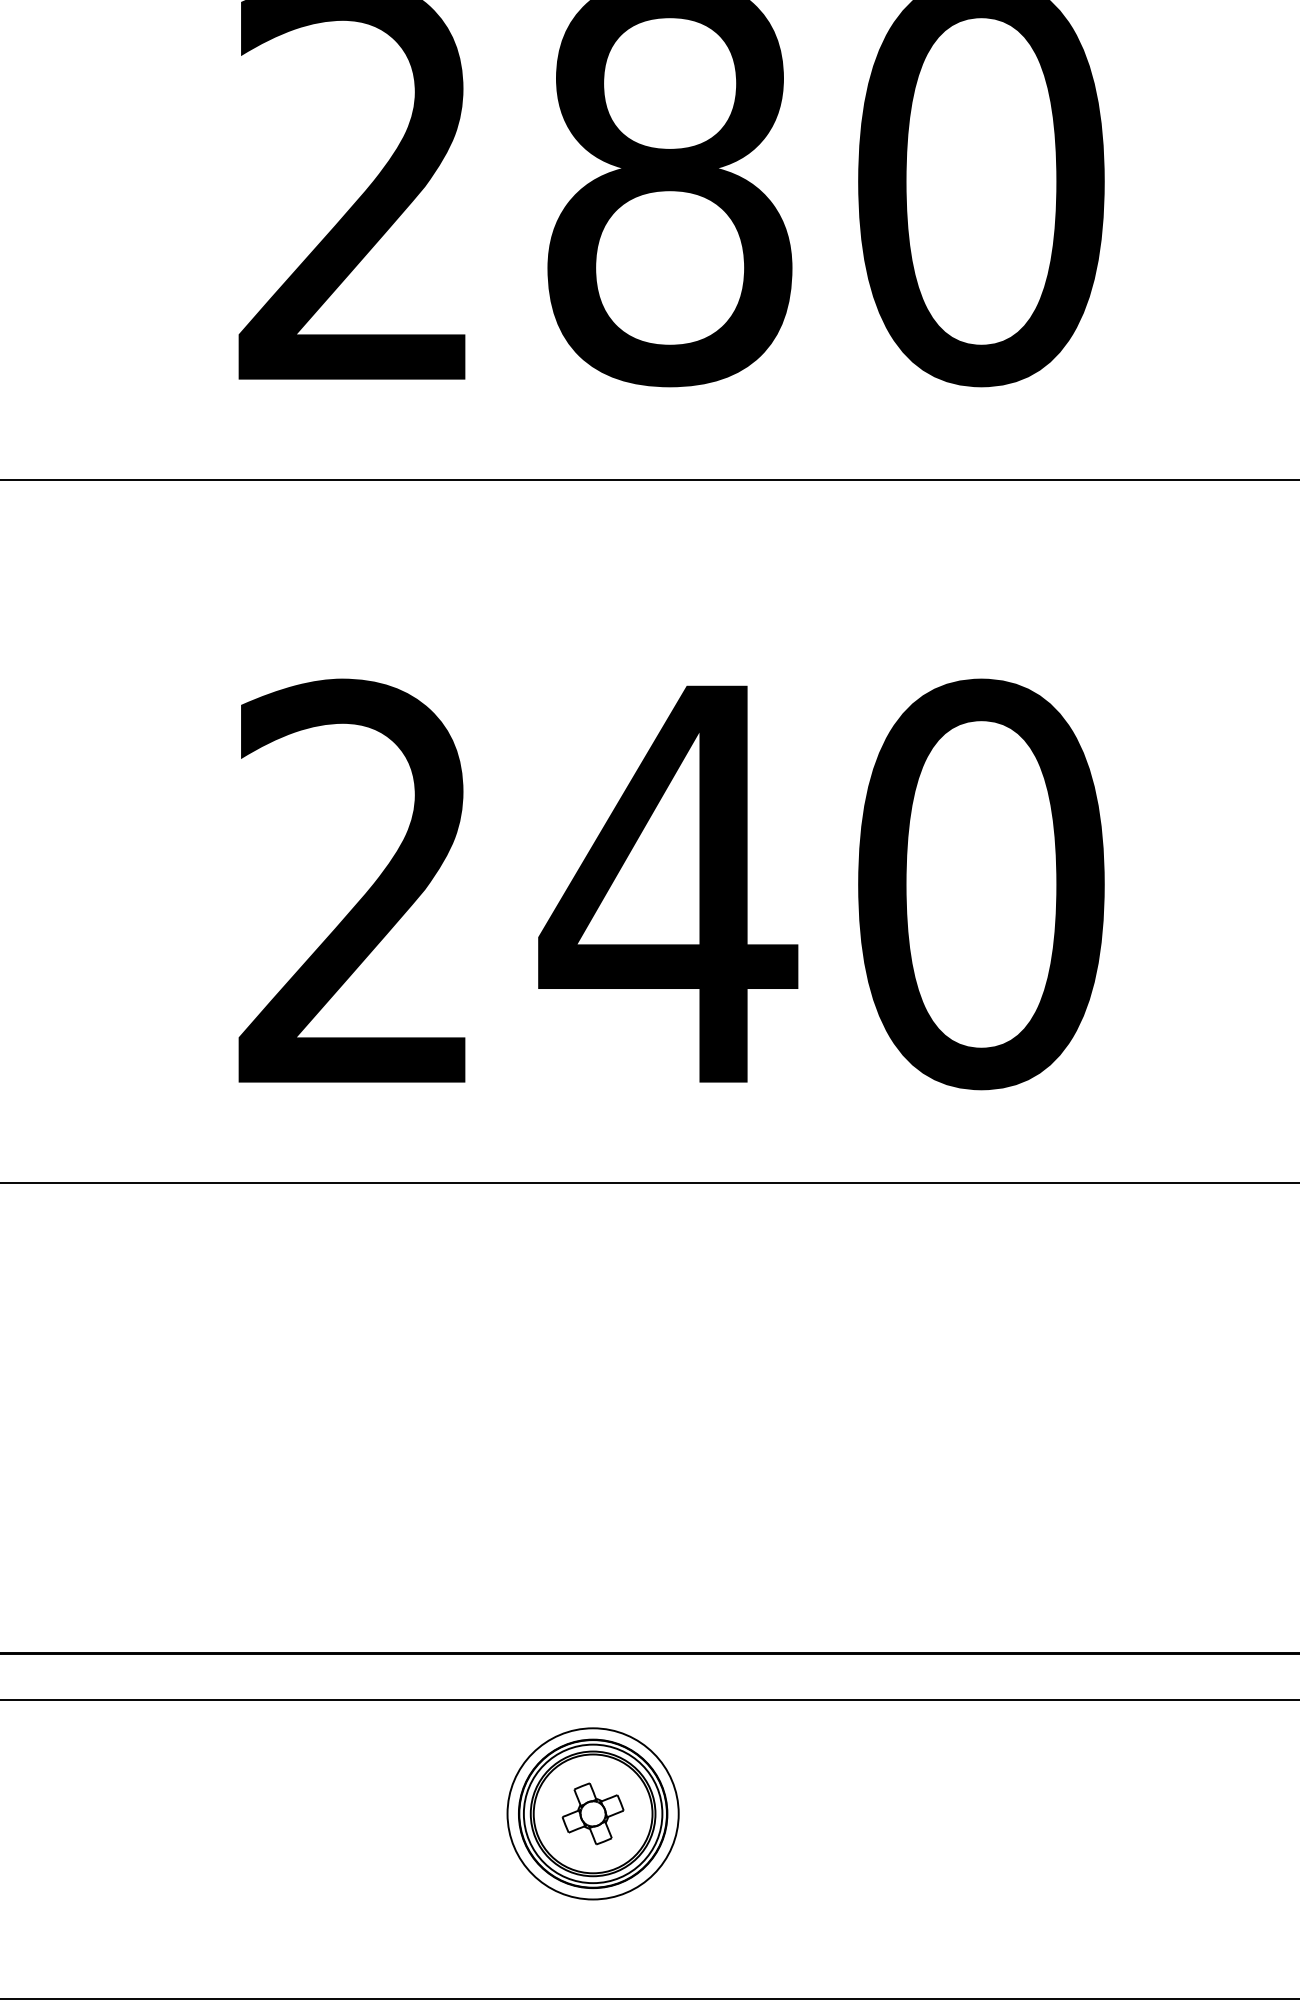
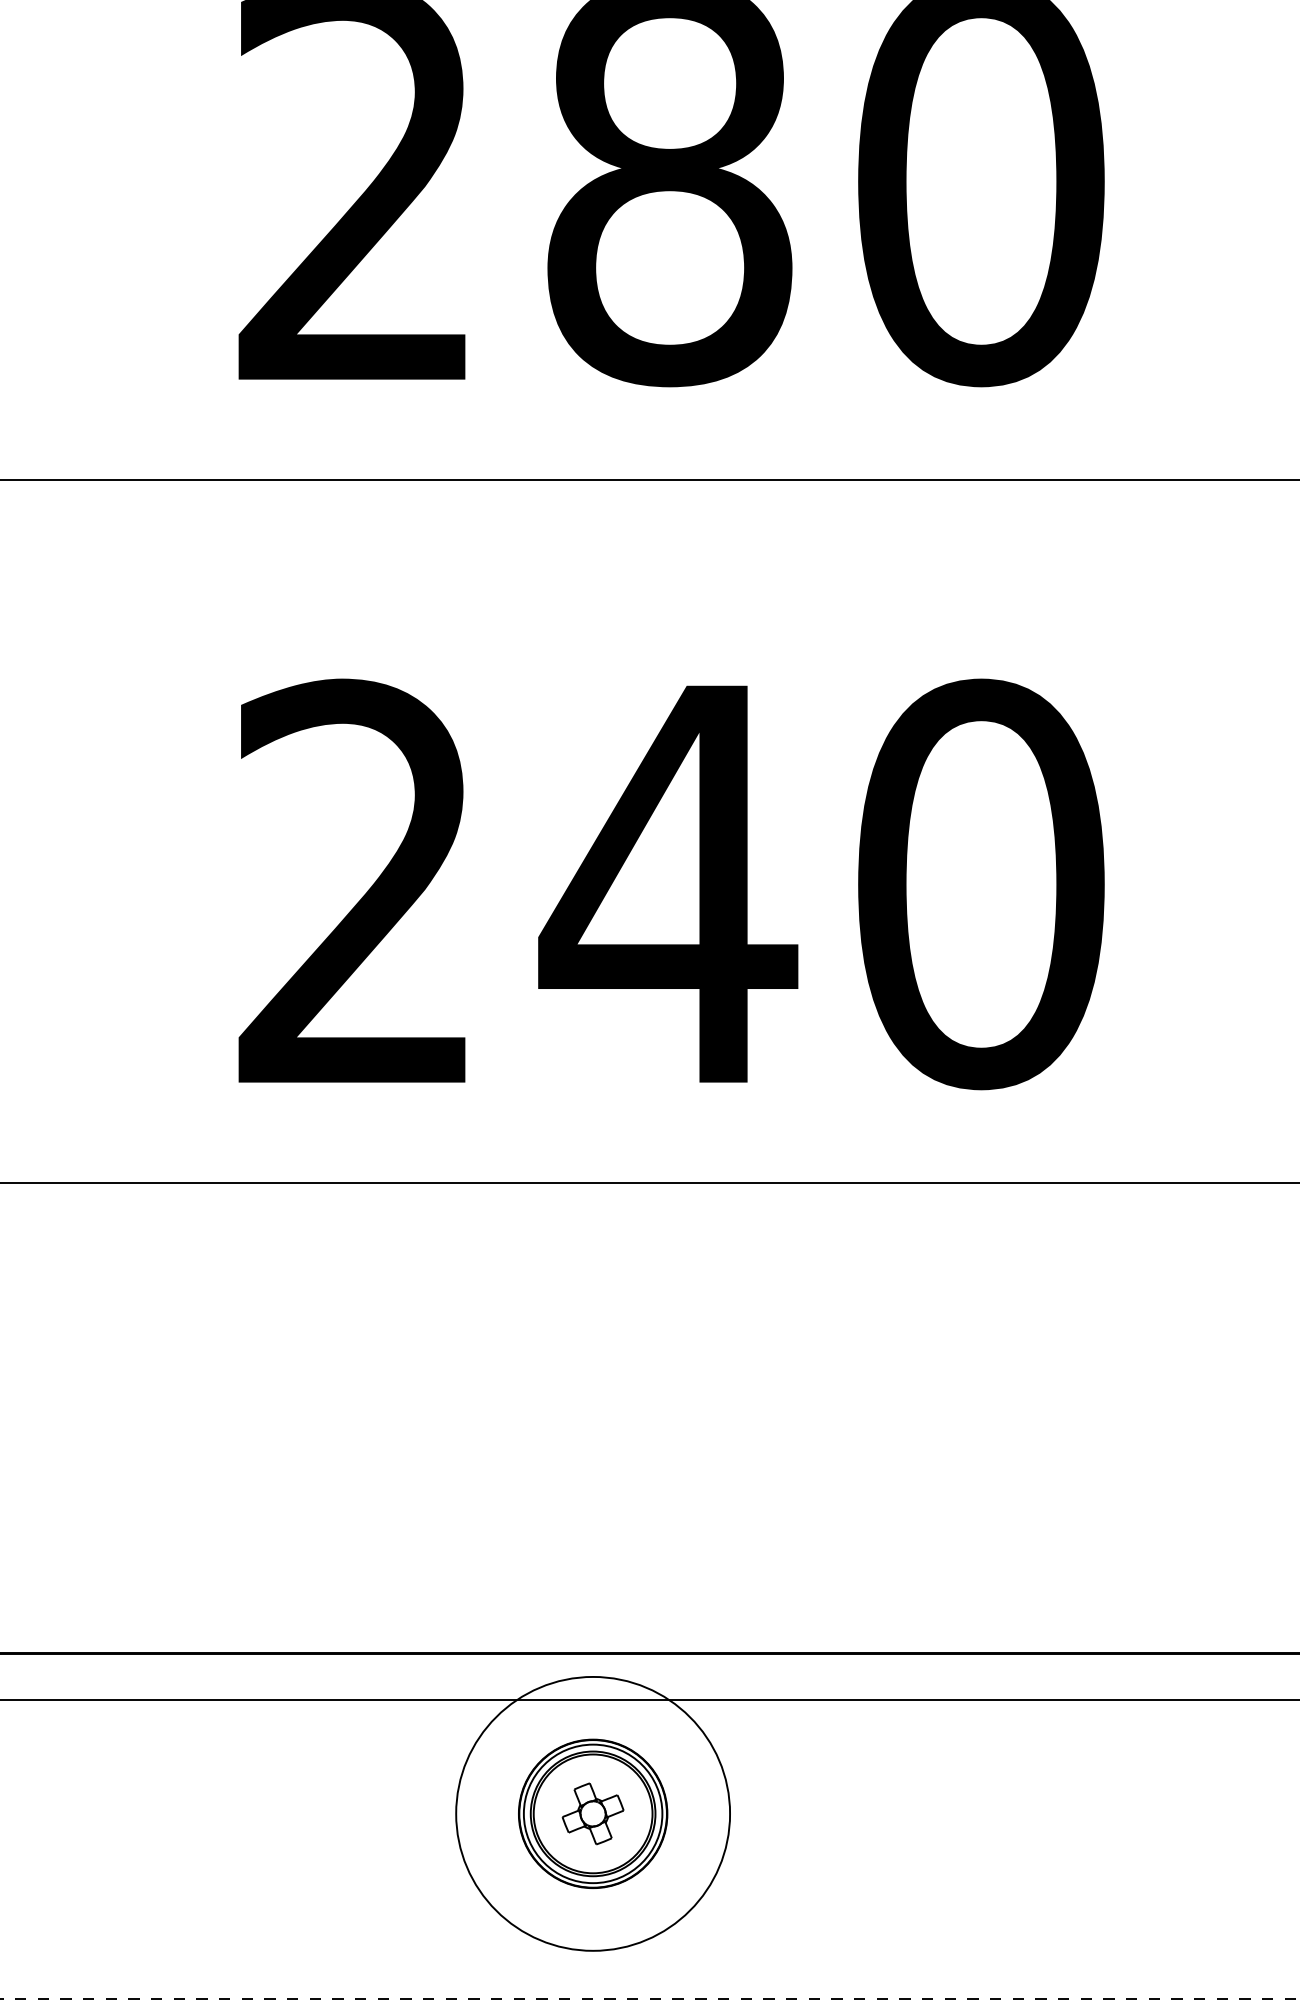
circle at (592, 1813) diameter: 171 px -> 274 px
line at (650, 1998): solid -> dashed
